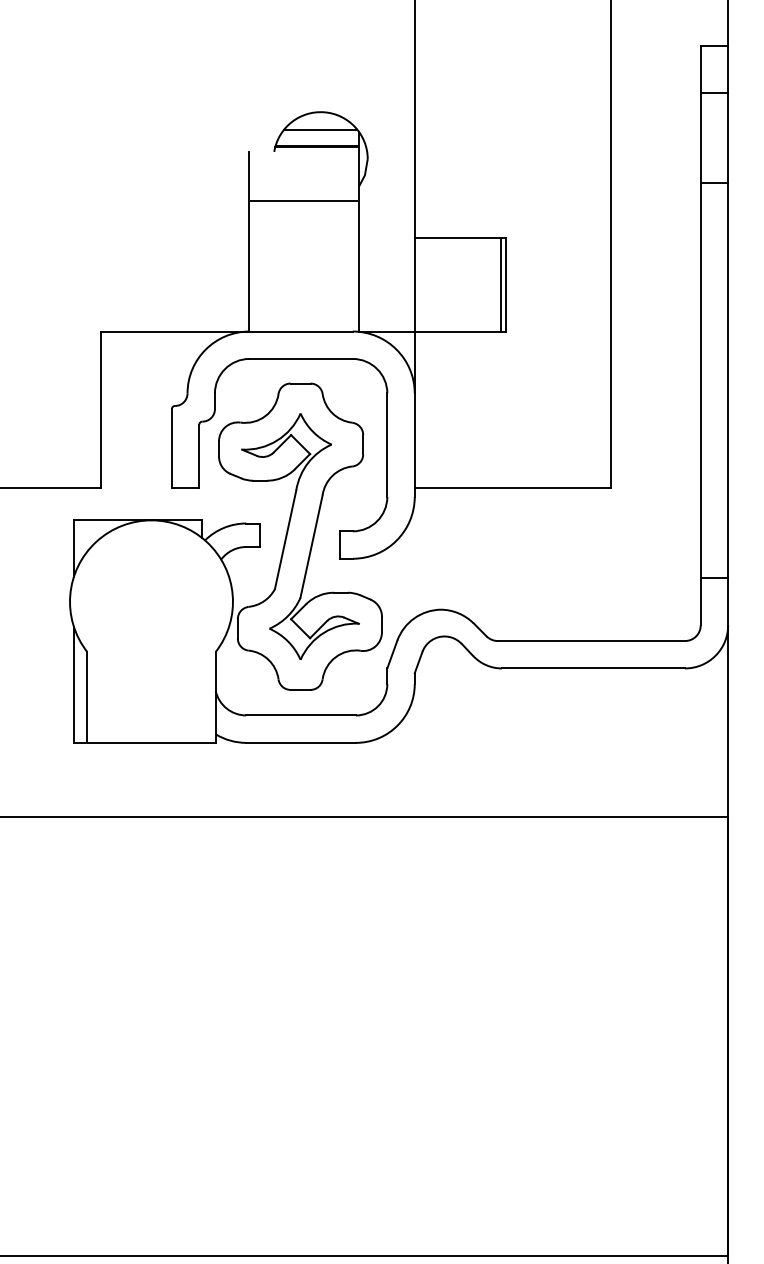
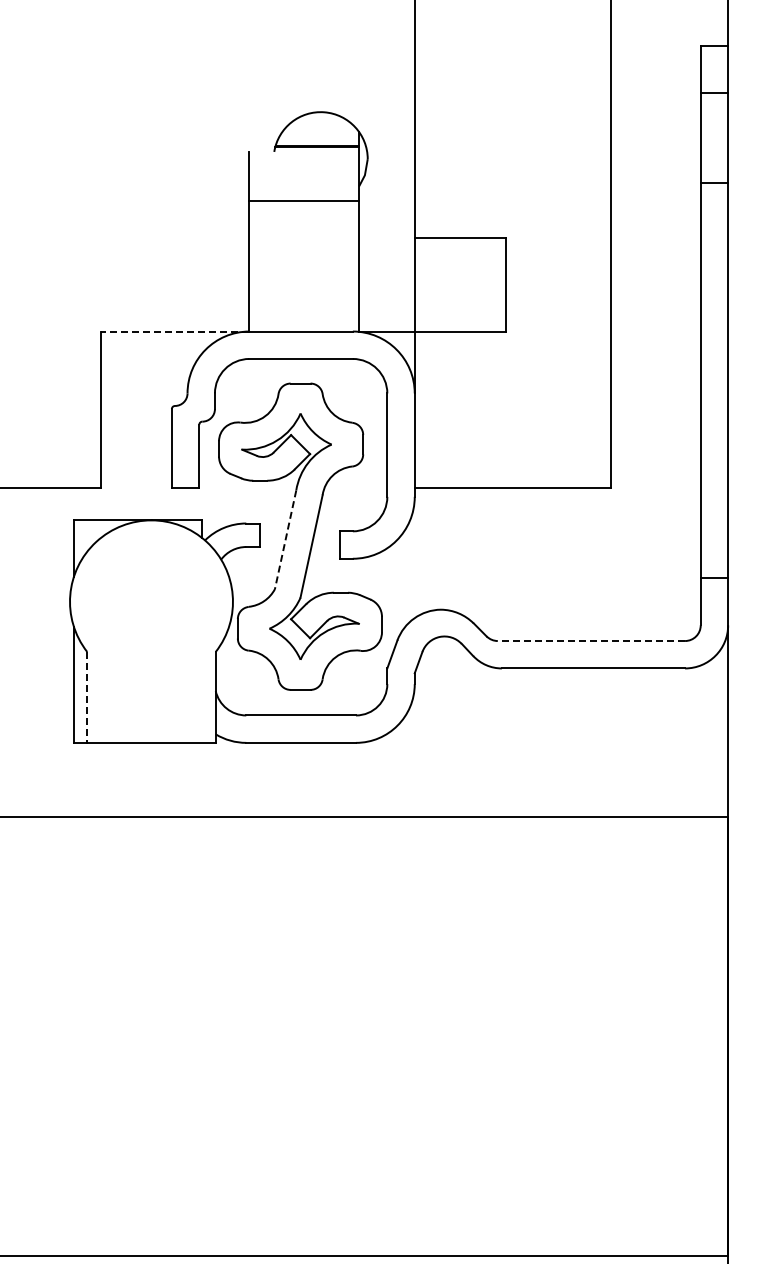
line at (320, 129): present -> none
line at (500, 284): present -> none
line at (174, 331): solid -> dashed
line at (285, 540): solid -> dashed
line at (591, 641): solid -> dashed
line at (87, 697): solid -> dashed
